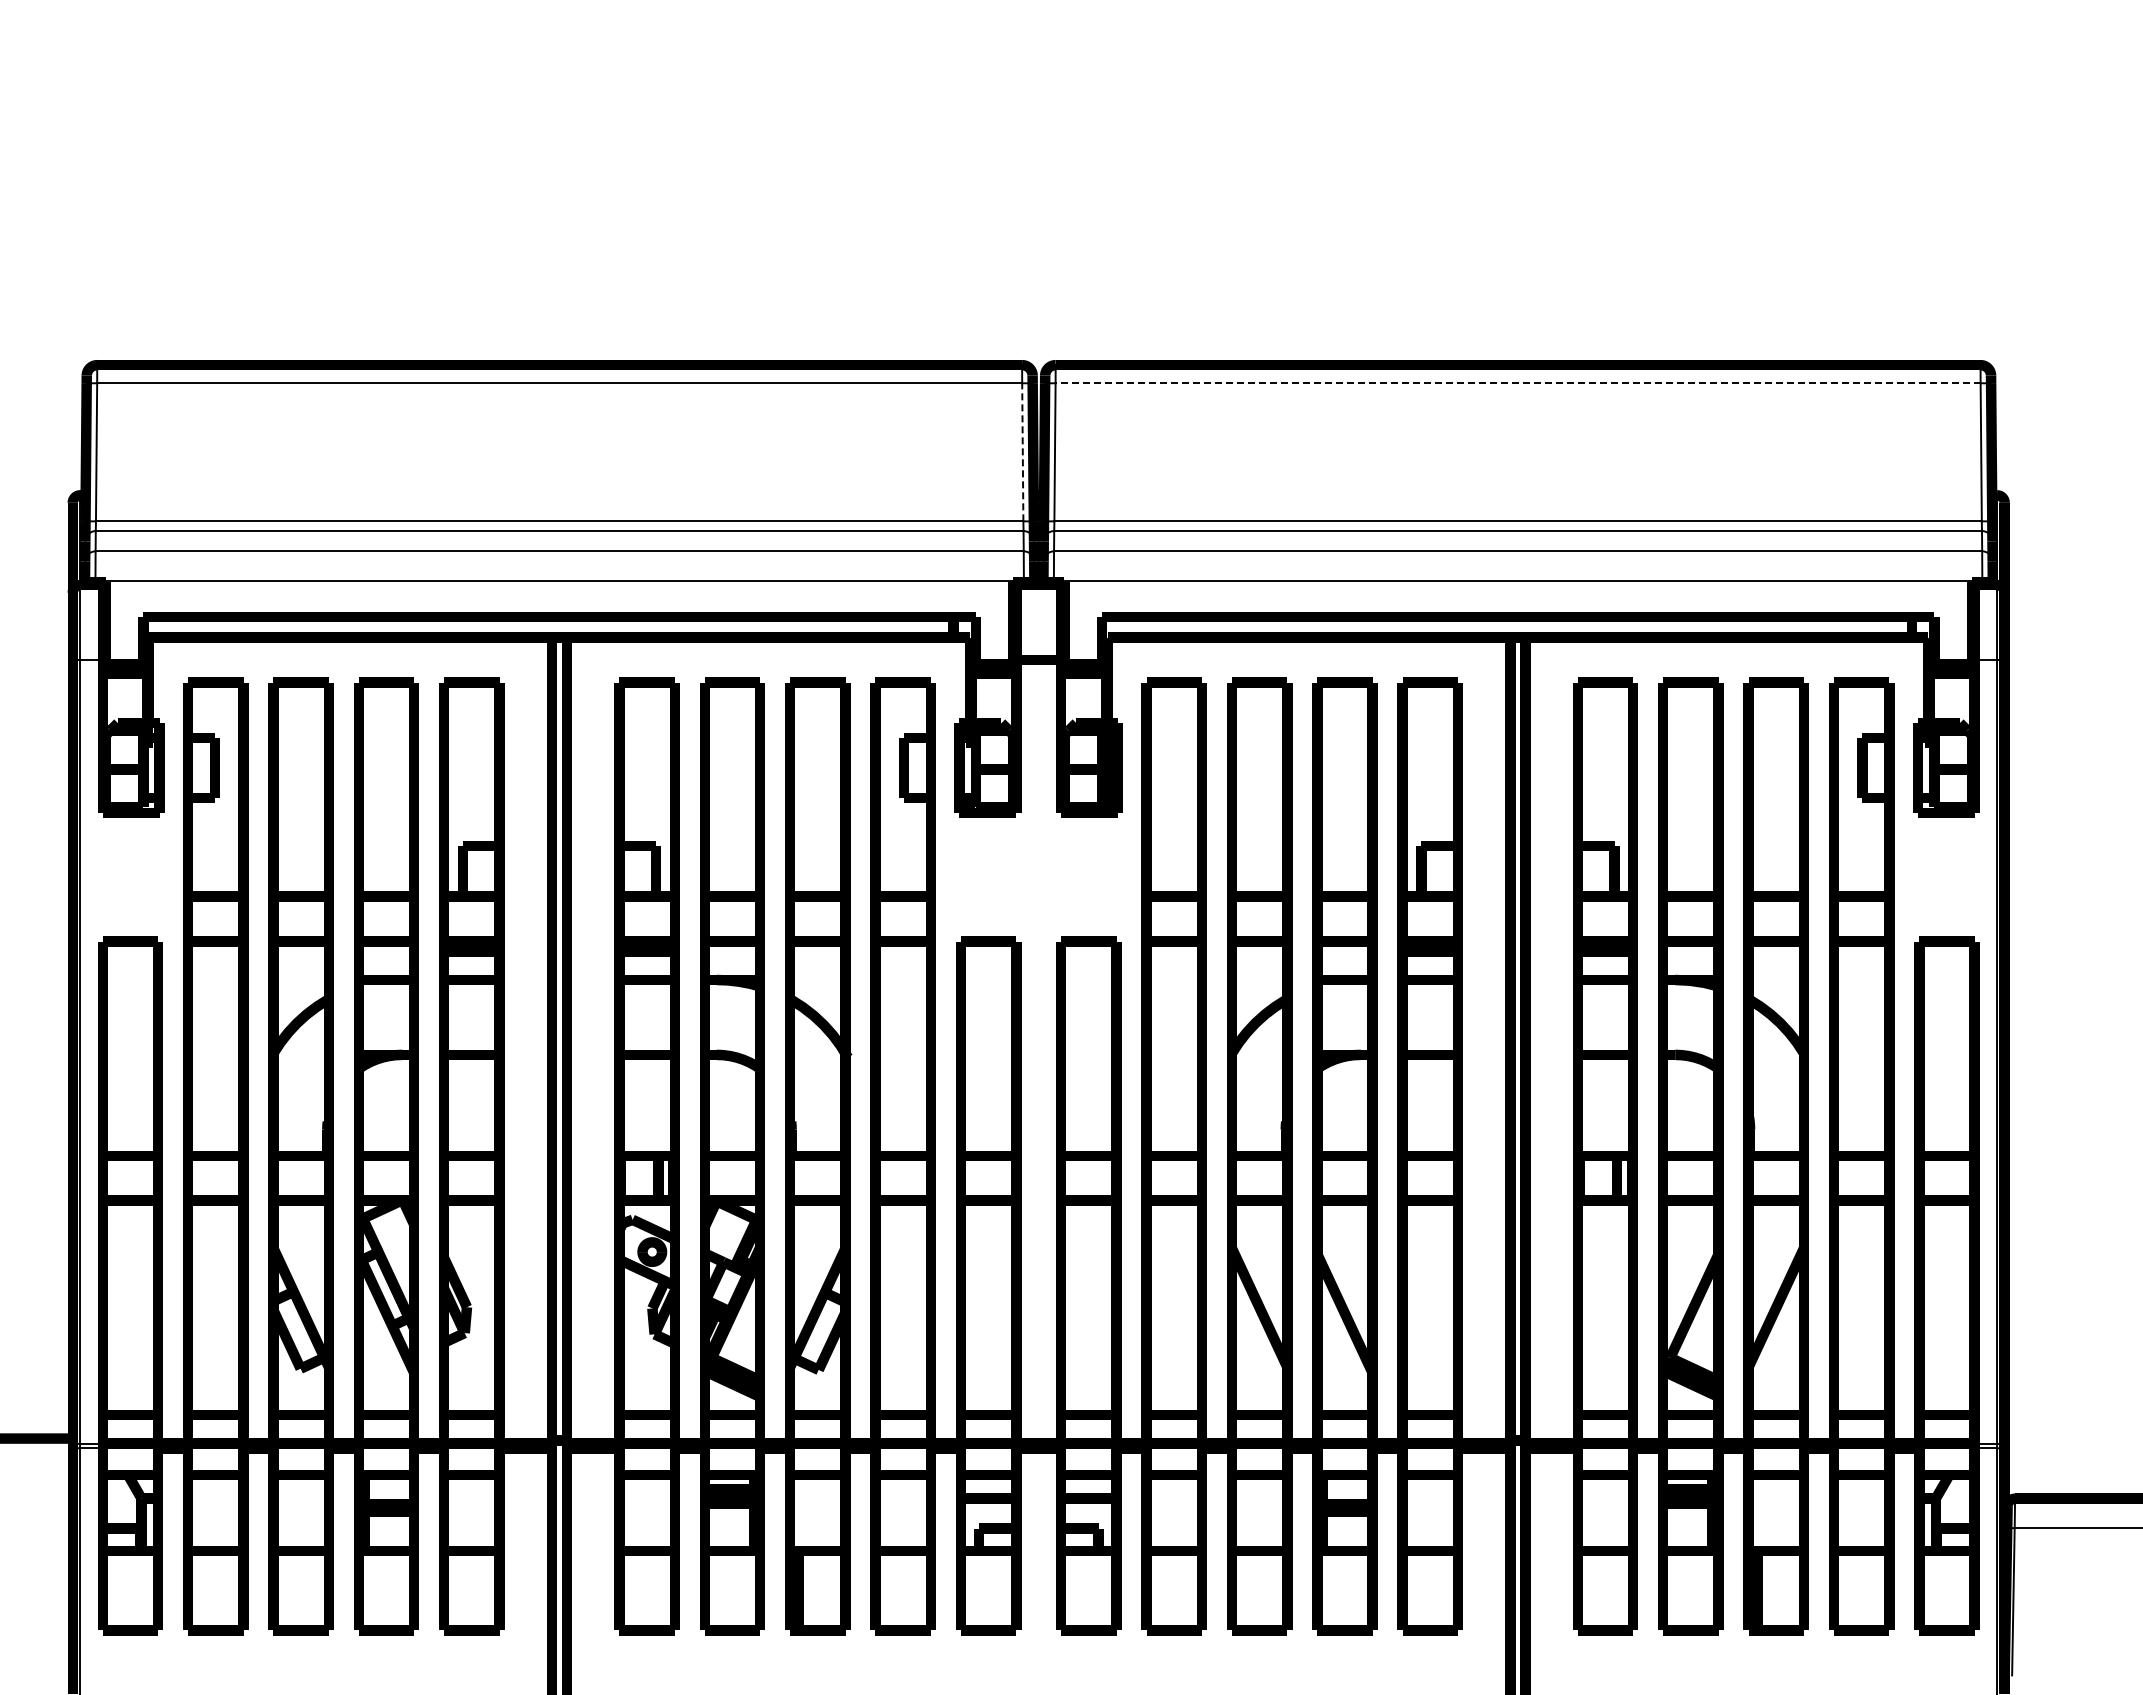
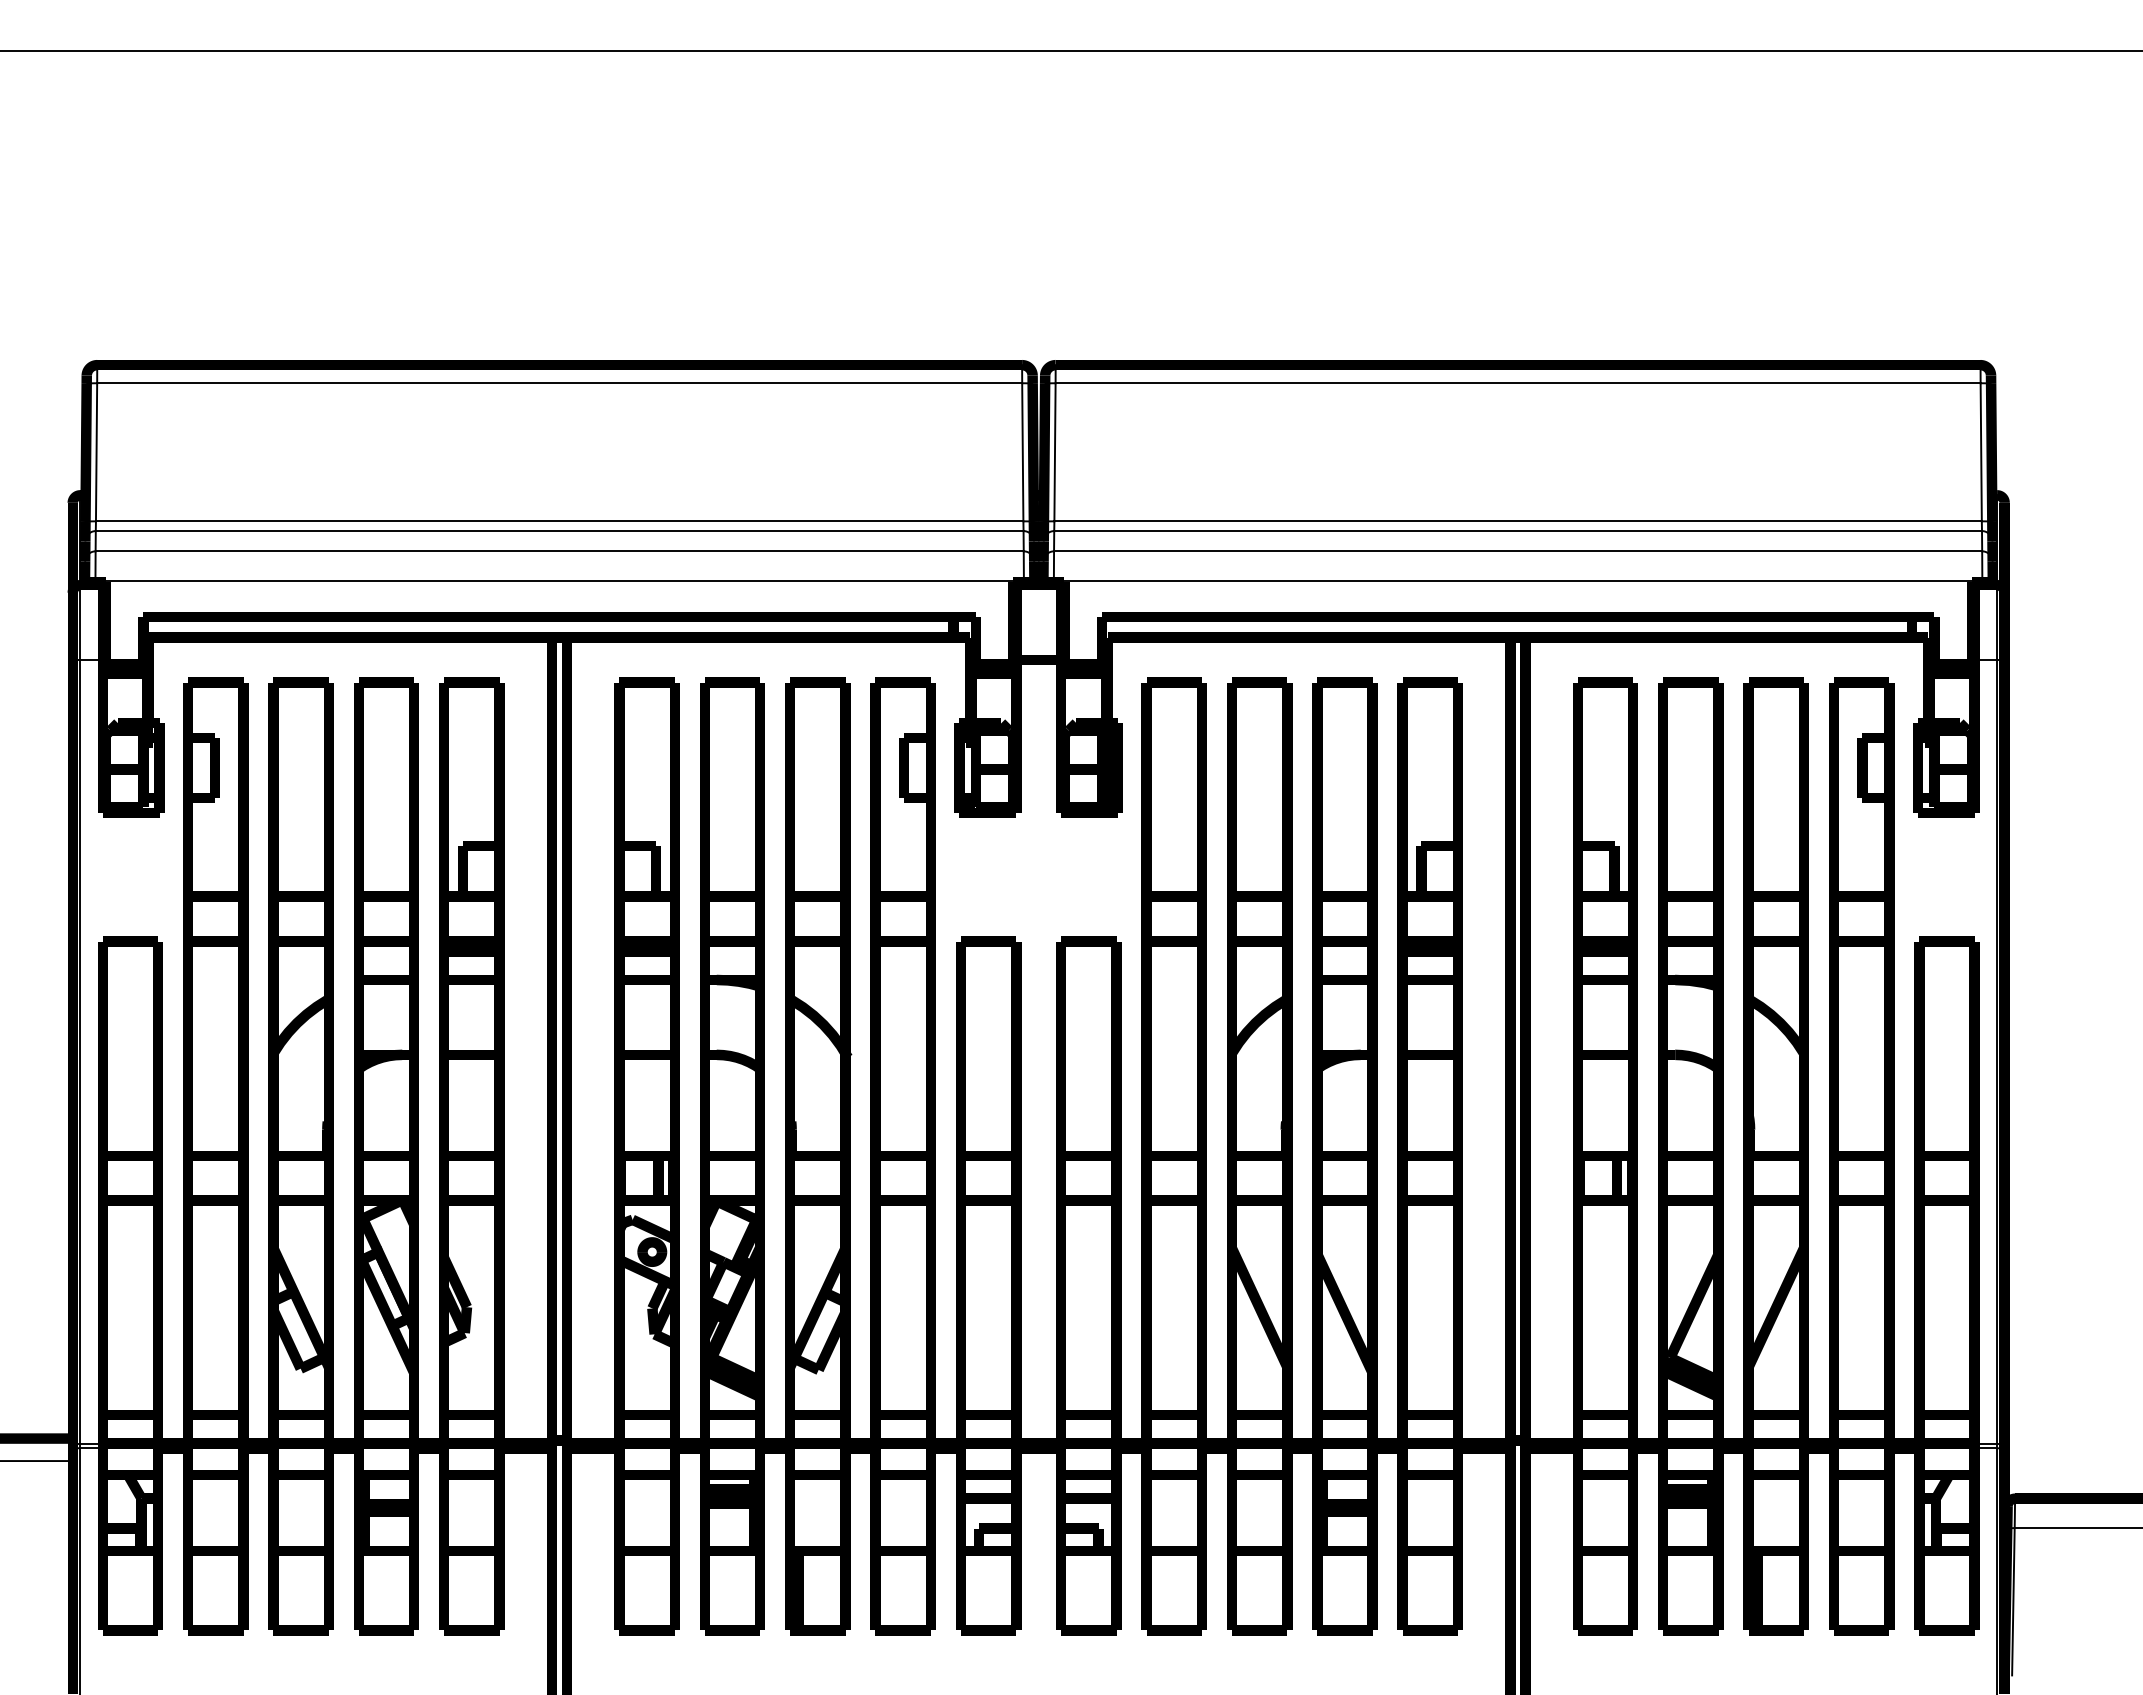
line at (1070, 50): none -> present
line at (1518, 383): dashed -> solid
line at (1022, 451): dashed -> solid
line at (37, 1461): none -> present
